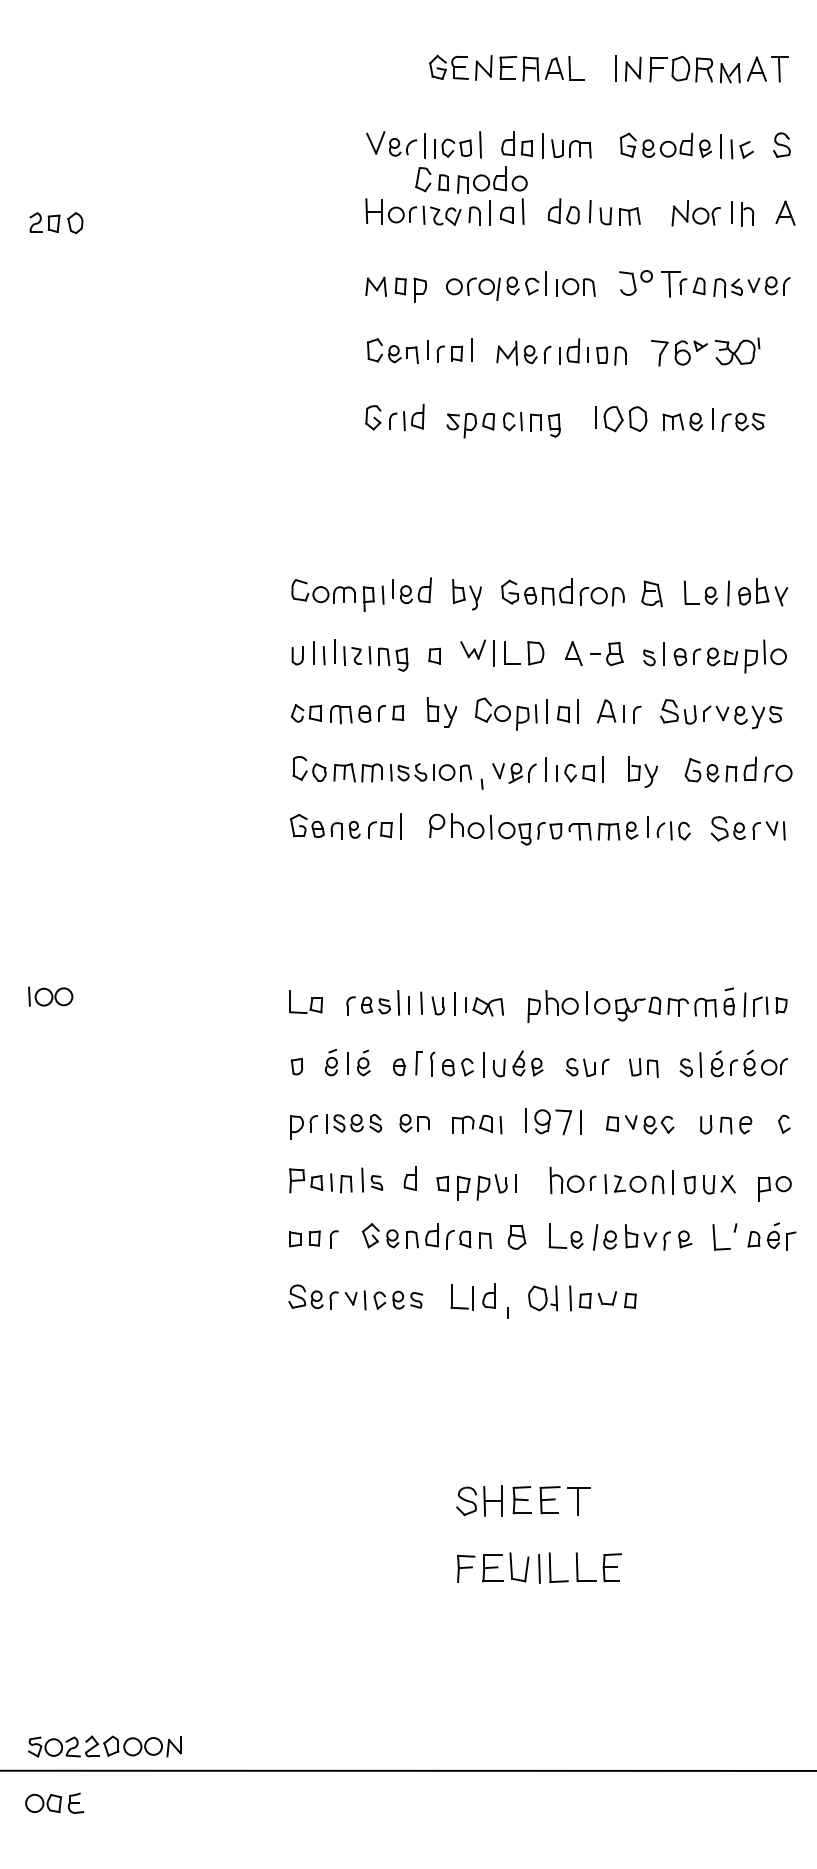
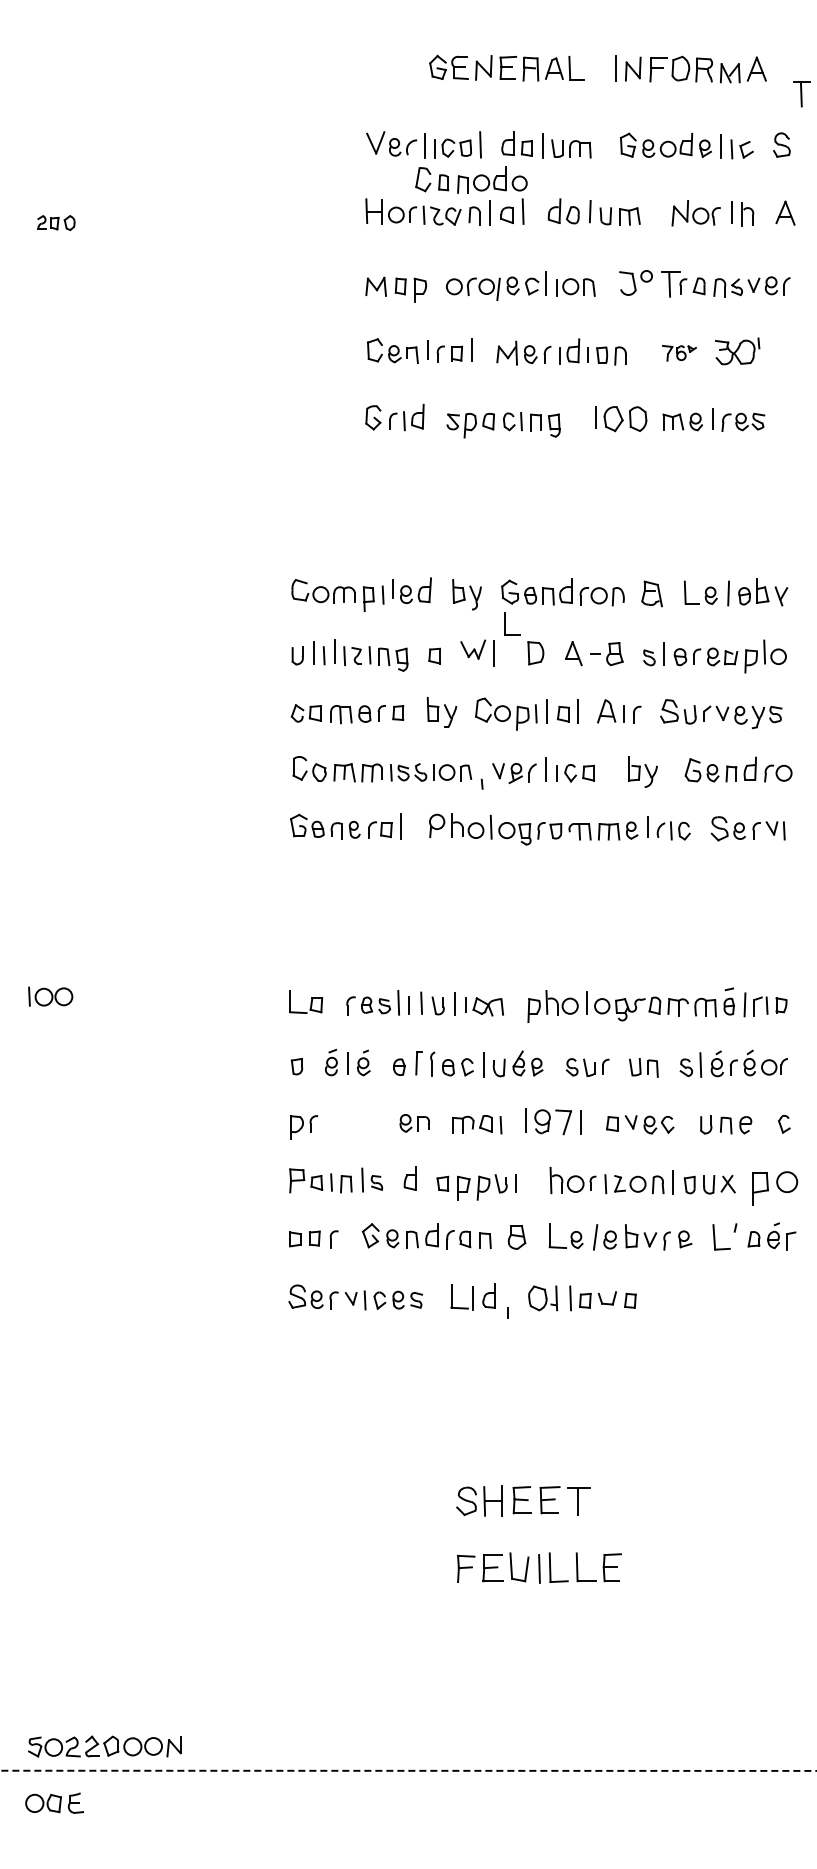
part at (779, 69) position: (779, 69) -> (801, 94)
part at (56, 222) size: 55x22 px -> 39x16 px
part at (679, 353) size: 57x27 px -> 35x17 px
part at (505, 652) position: (505, 652) -> (505, 623)
line at (602, 769): present -> none
part at (354, 1123): present -> none
part at (774, 1188) size: 34x26 px -> 47x35 px
line at (408, 1770): solid -> dashed
